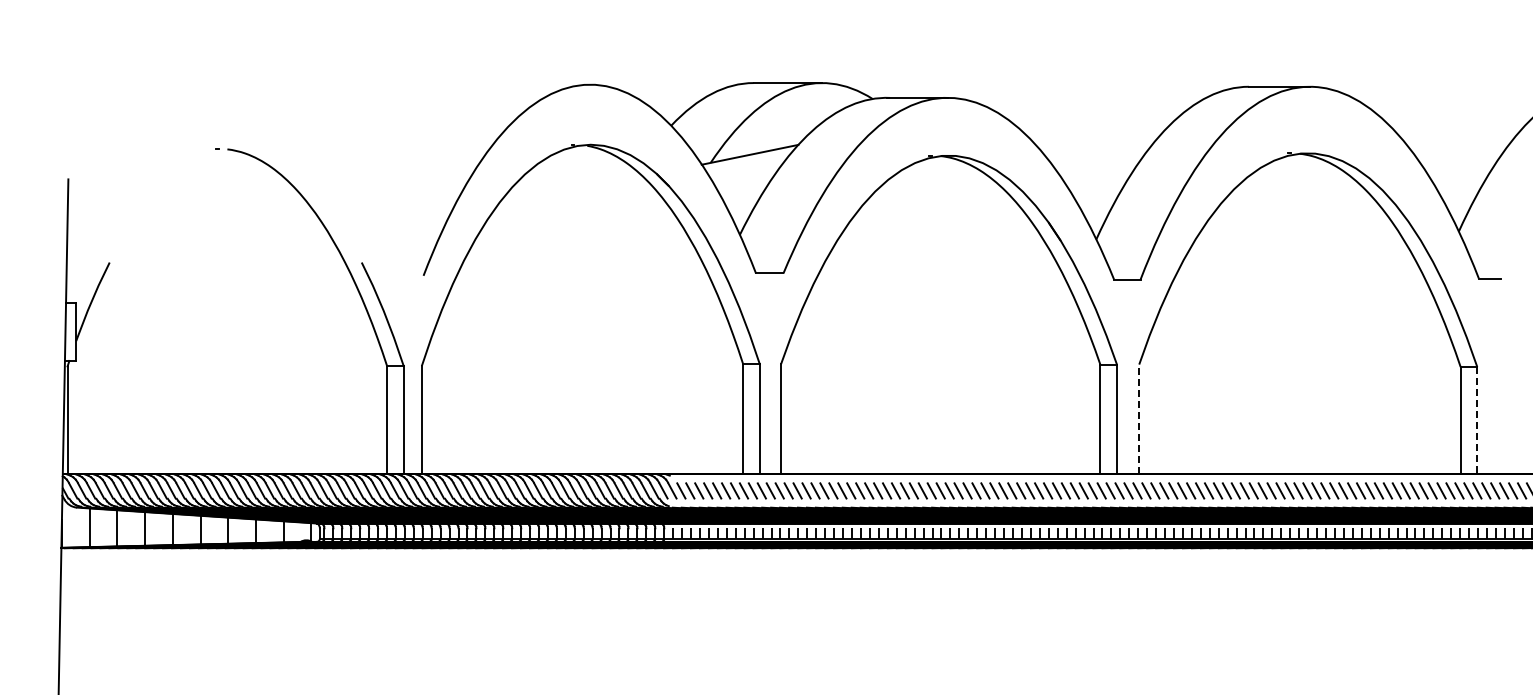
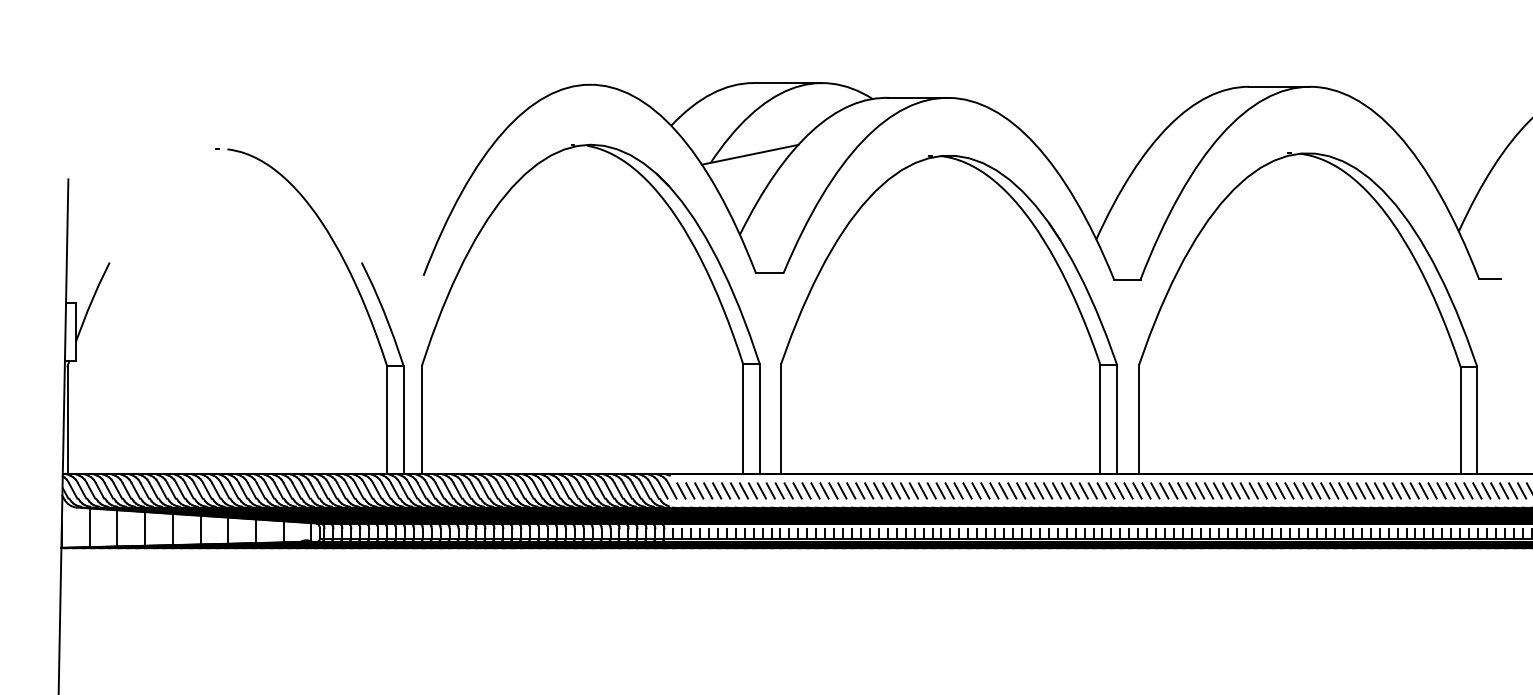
line at (1139, 419): dashed -> solid
line at (1477, 420): dashed -> solid
